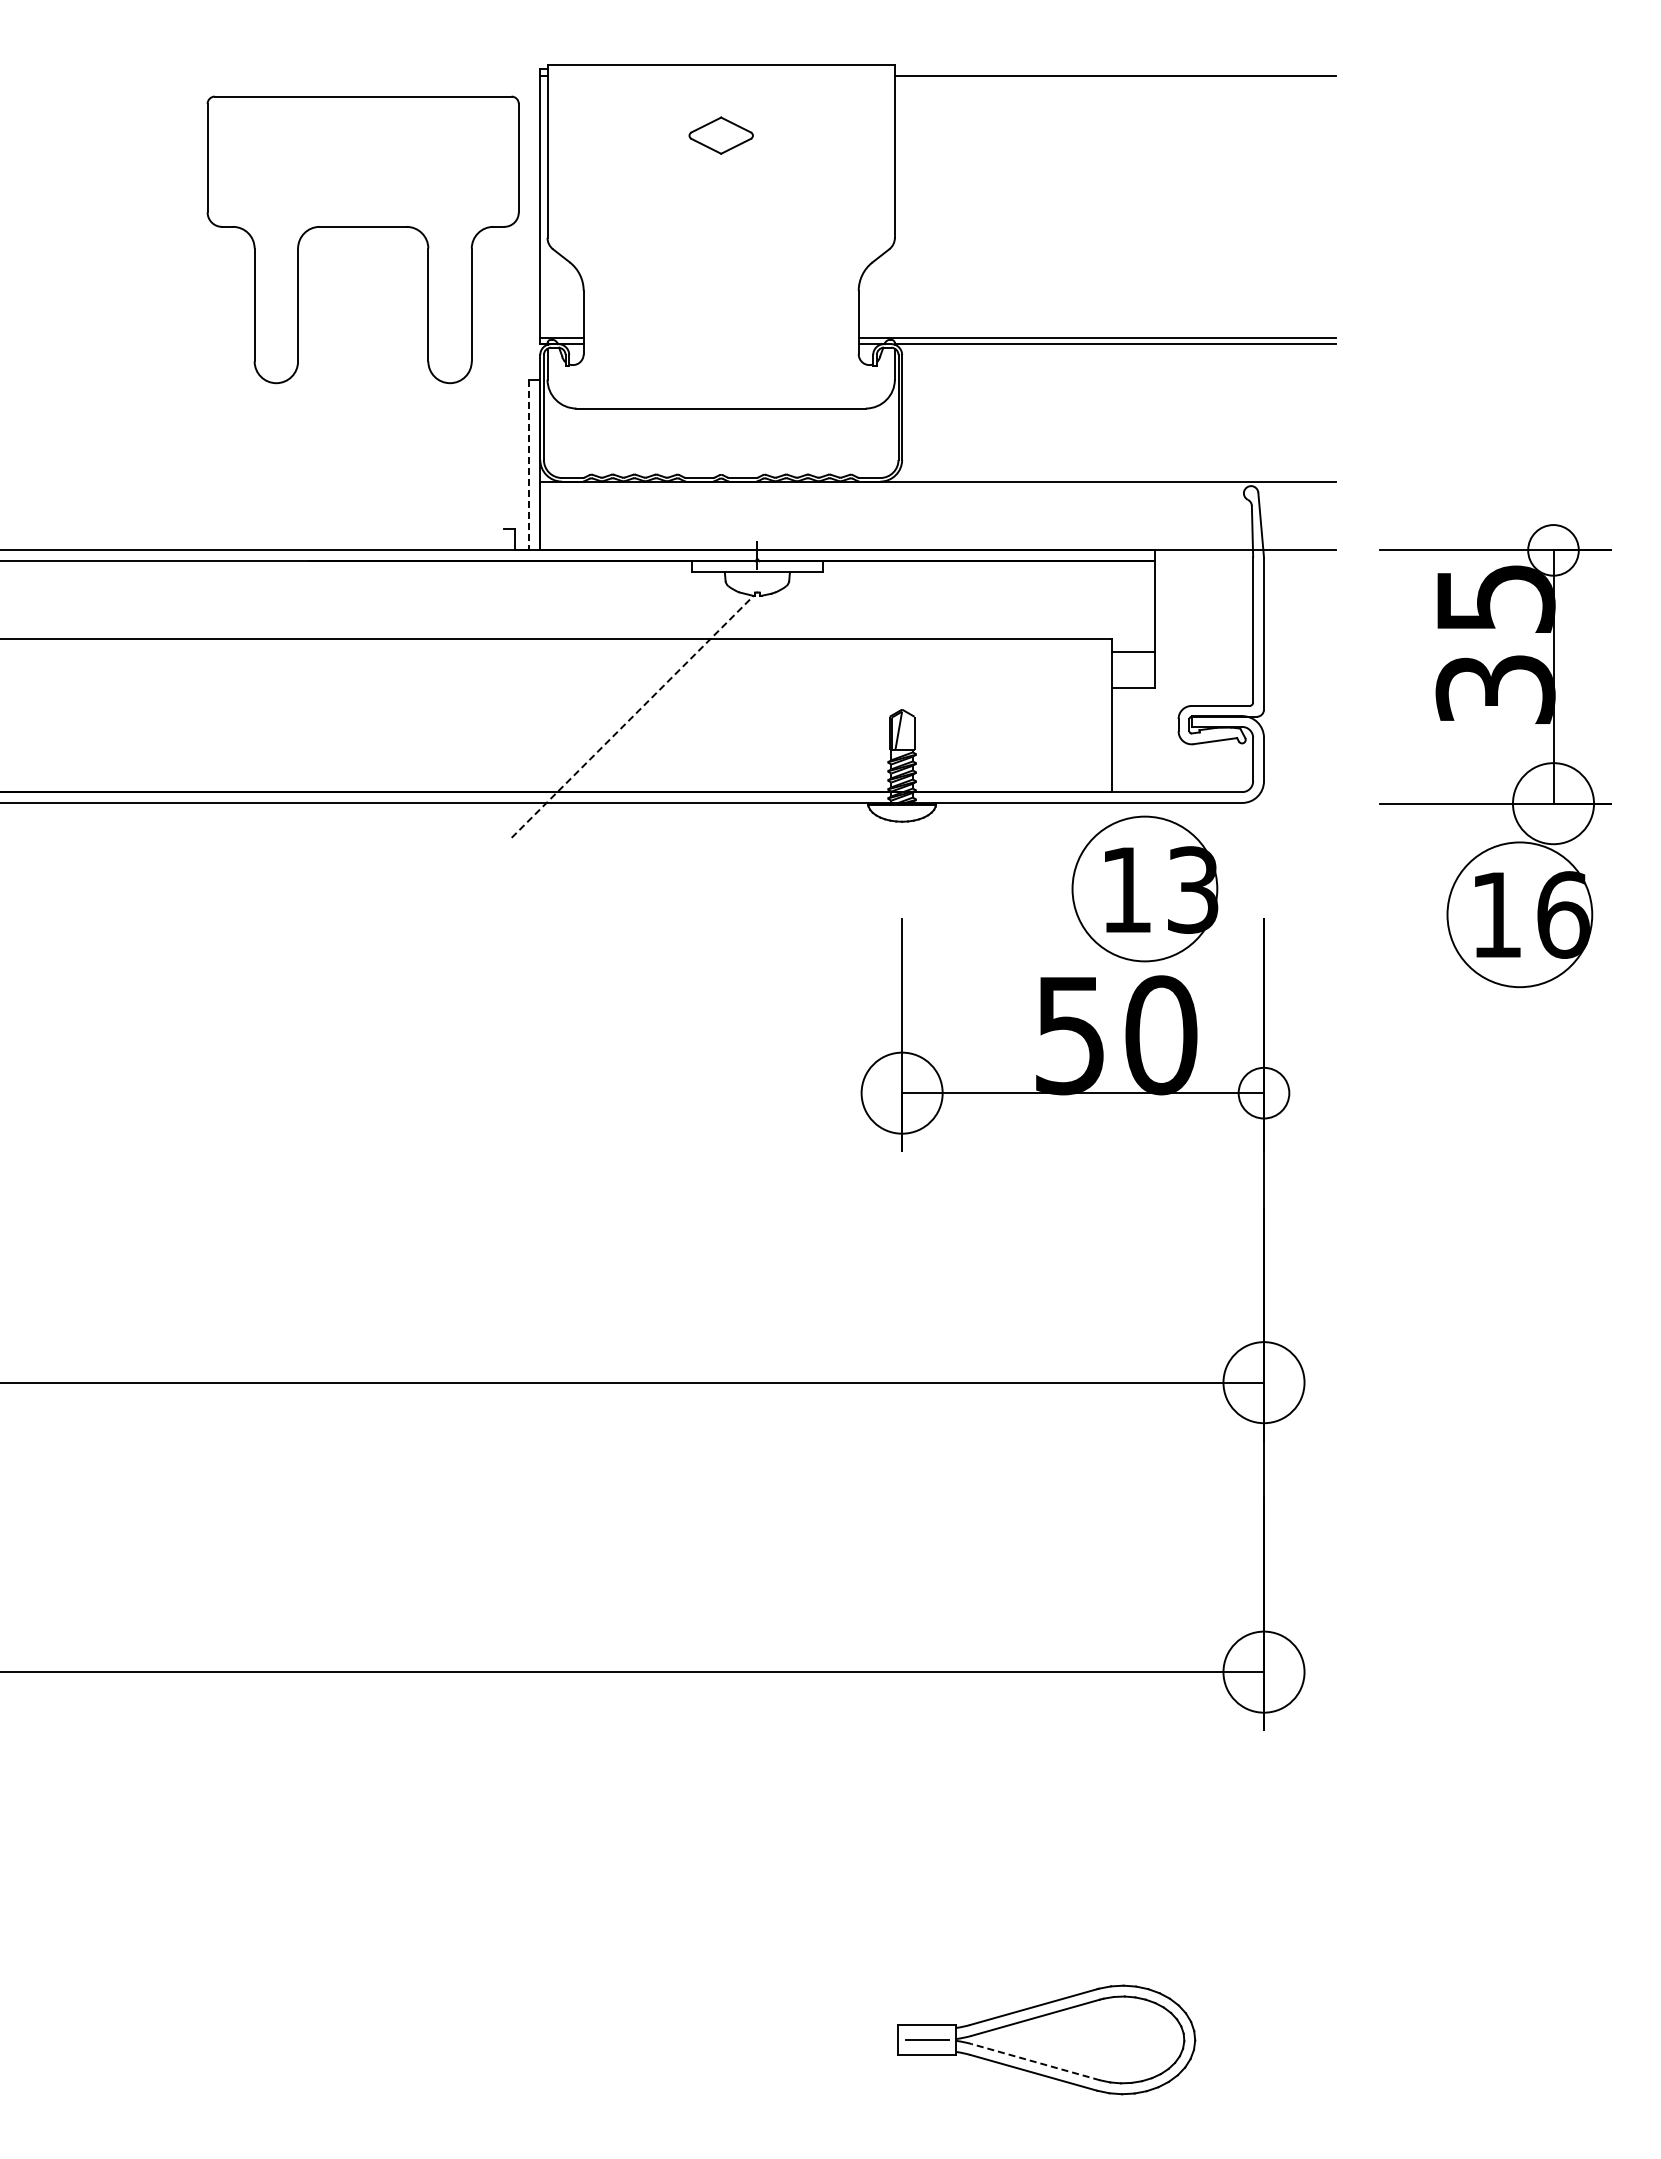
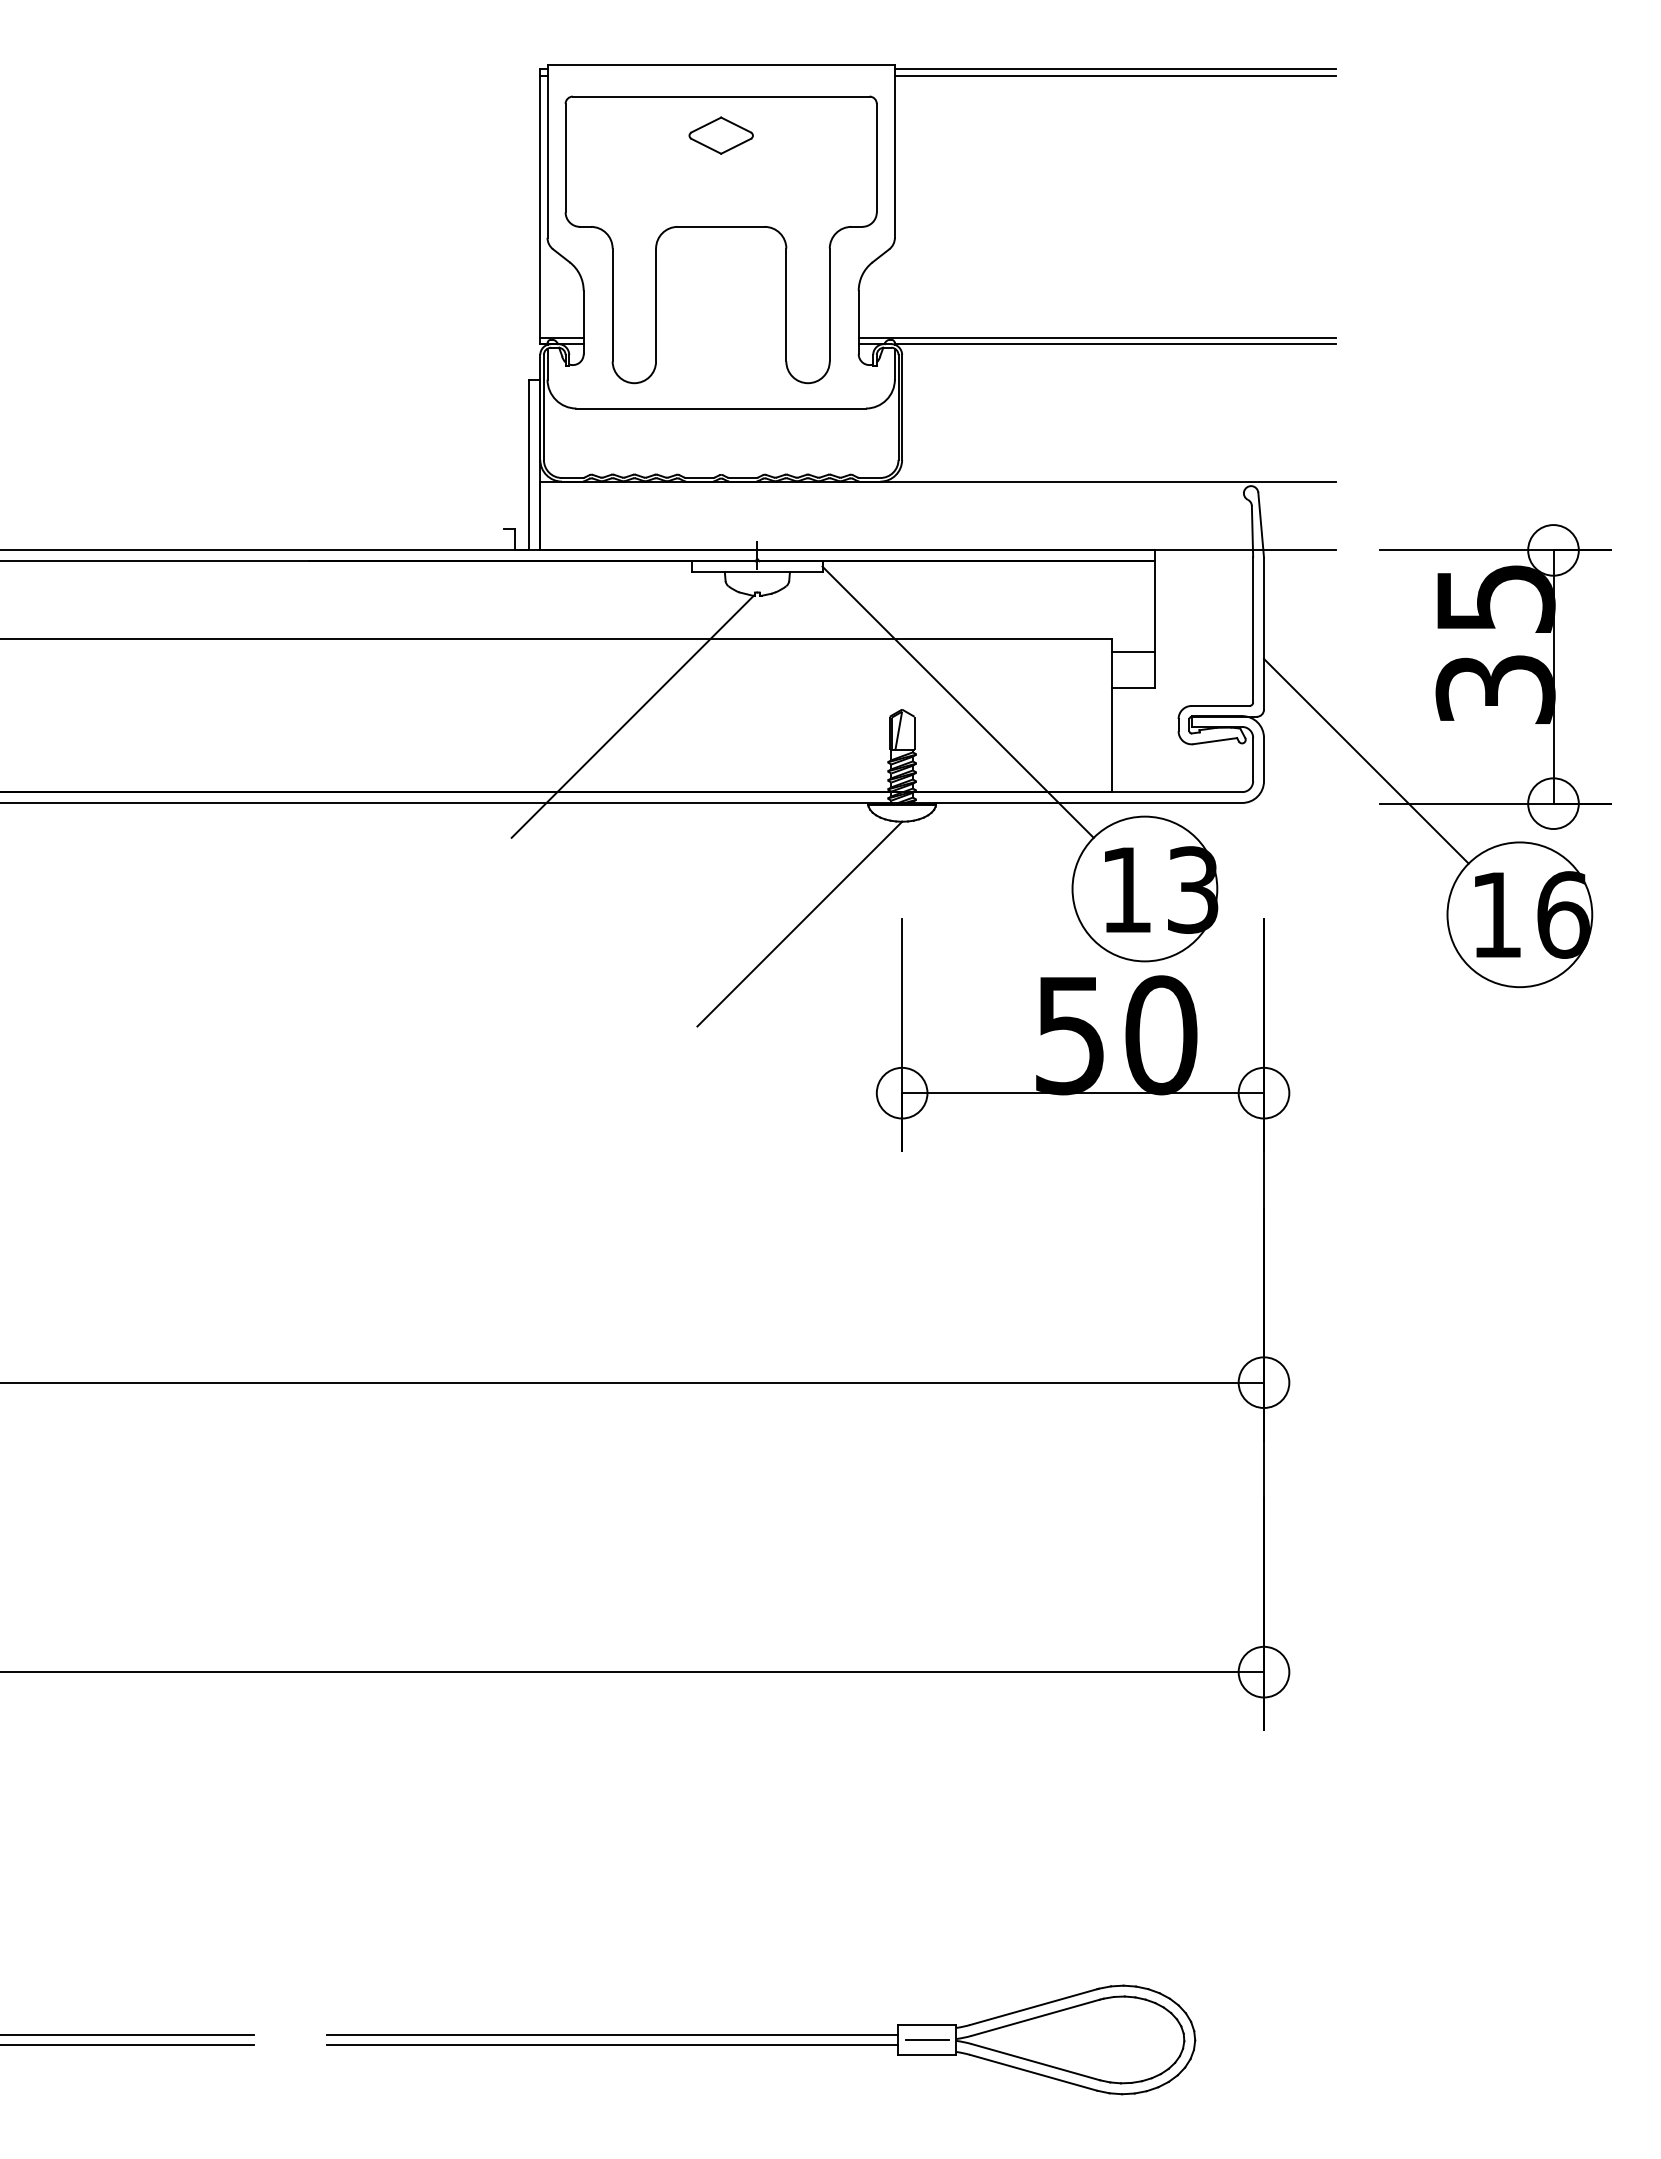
line at (1115, 69): none -> present
part at (362, 227) position: (362, 227) -> (720, 227)
line at (529, 465): dashed -> solid
line at (957, 701): none -> present
line at (633, 716): dashed -> solid
line at (1366, 760): none -> present
circle at (1553, 803) diameter: 81 px -> 51 px
line at (799, 923): none -> present
circle at (901, 1092) diameter: 81 px -> 51 px
circle at (1263, 1382) diameter: 81 px -> 51 px
circle at (1263, 1671) diameter: 81 px -> 51 px
line at (128, 2034): none -> present
line at (612, 2034): none -> present
line at (128, 2045): none -> present
line at (612, 2045): none -> present
line at (1035, 2062): dashed -> solid
